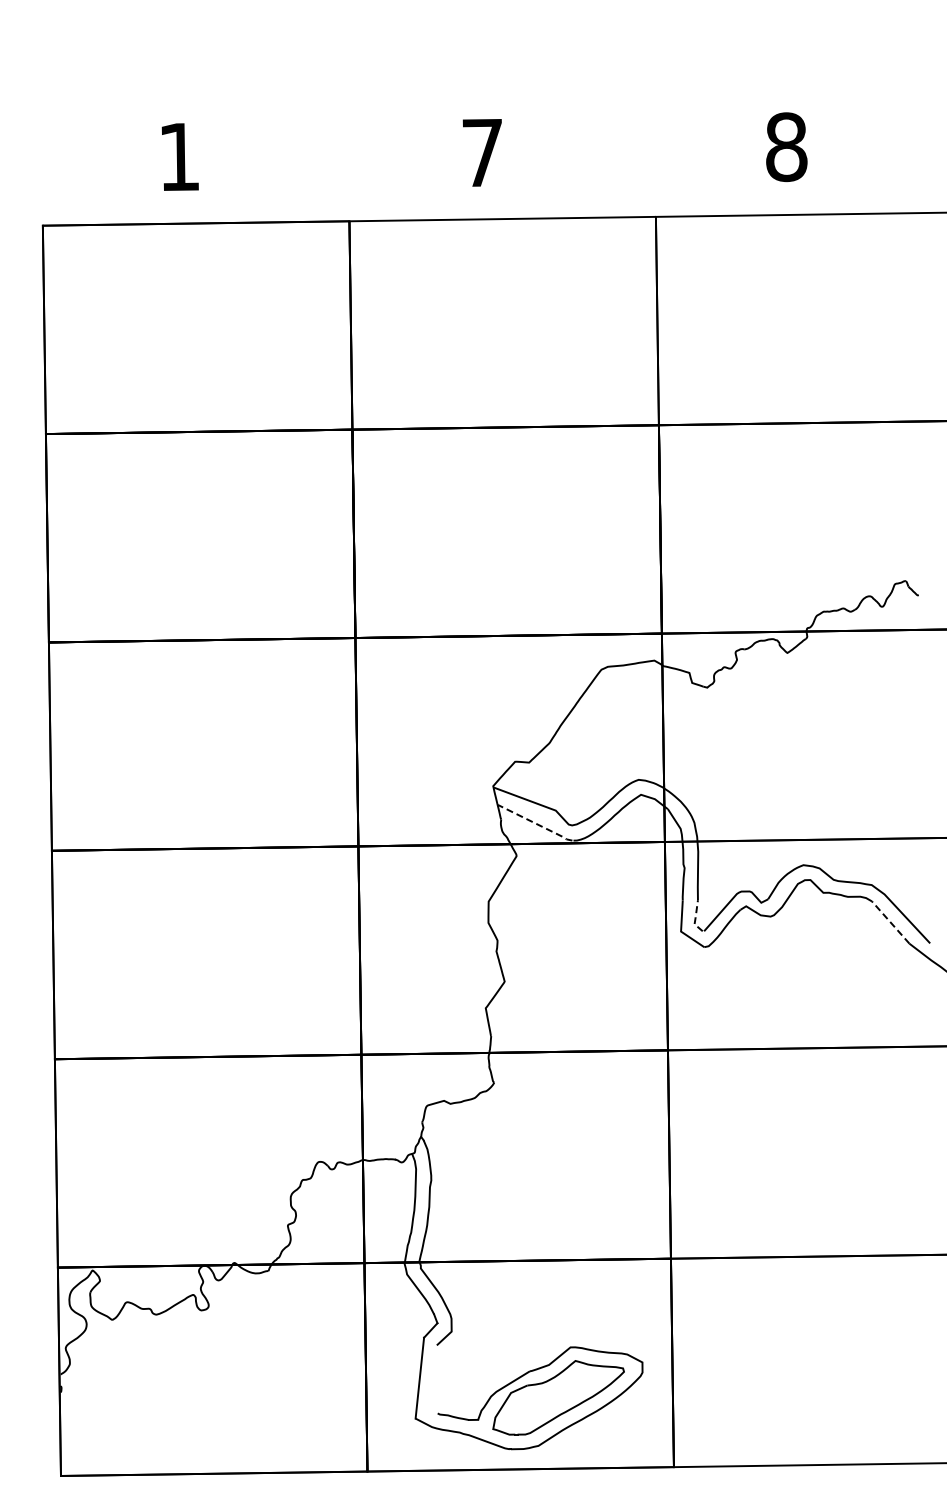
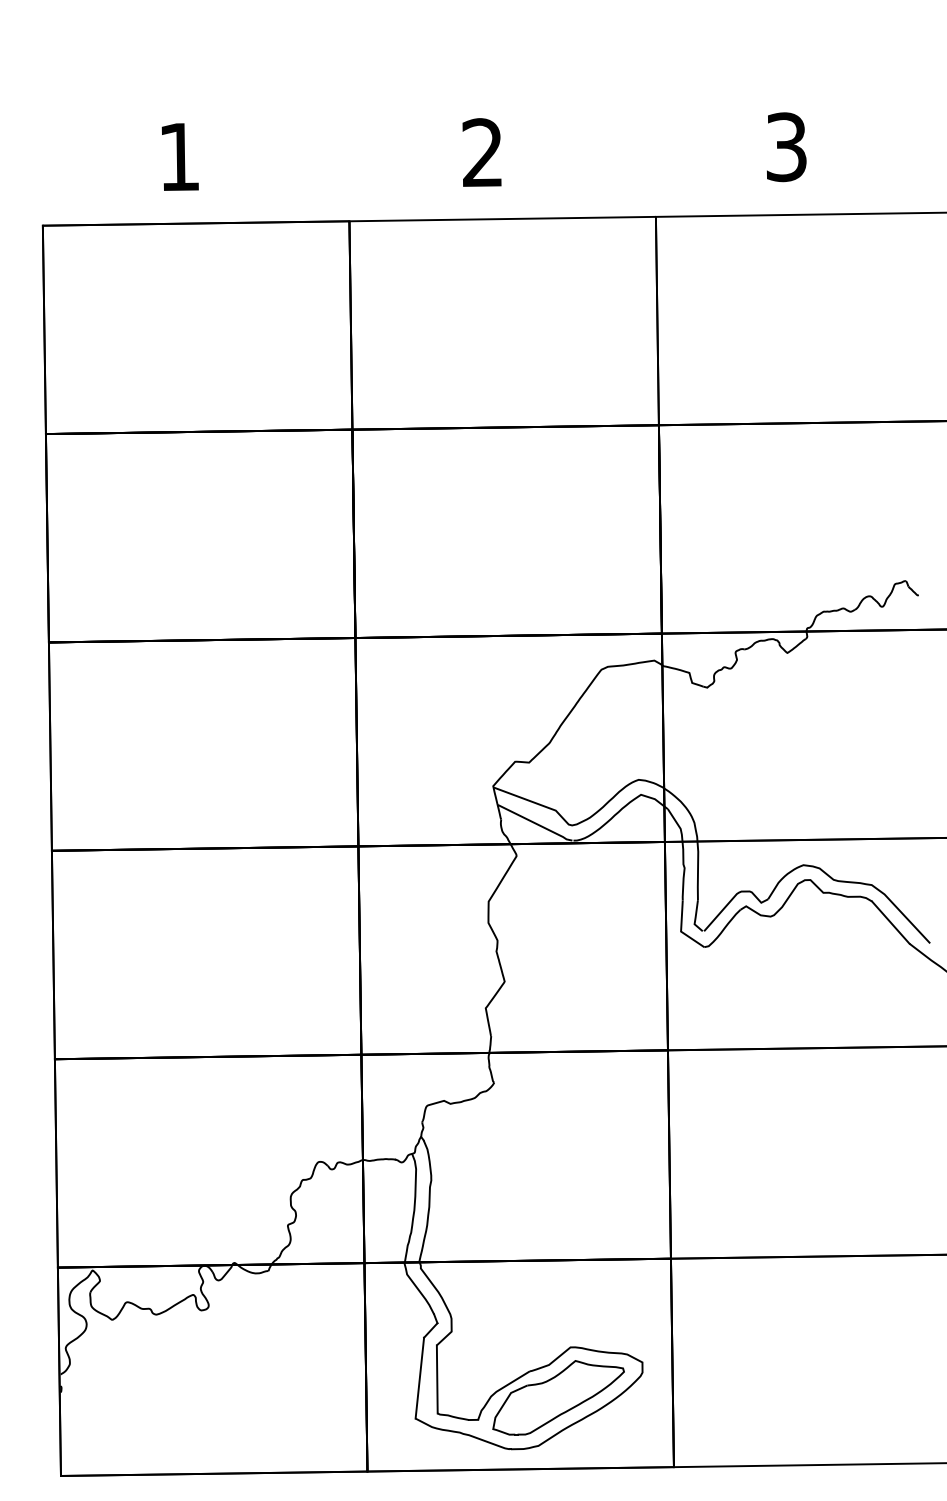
text at (786, 147): 8 -> 3
text at (481, 152): 7 -> 2
line at (536, 823): dashed -> solid
line at (695, 917): dashed -> solid
line at (890, 922): dashed -> solid
line at (436, 1379): none -> present
